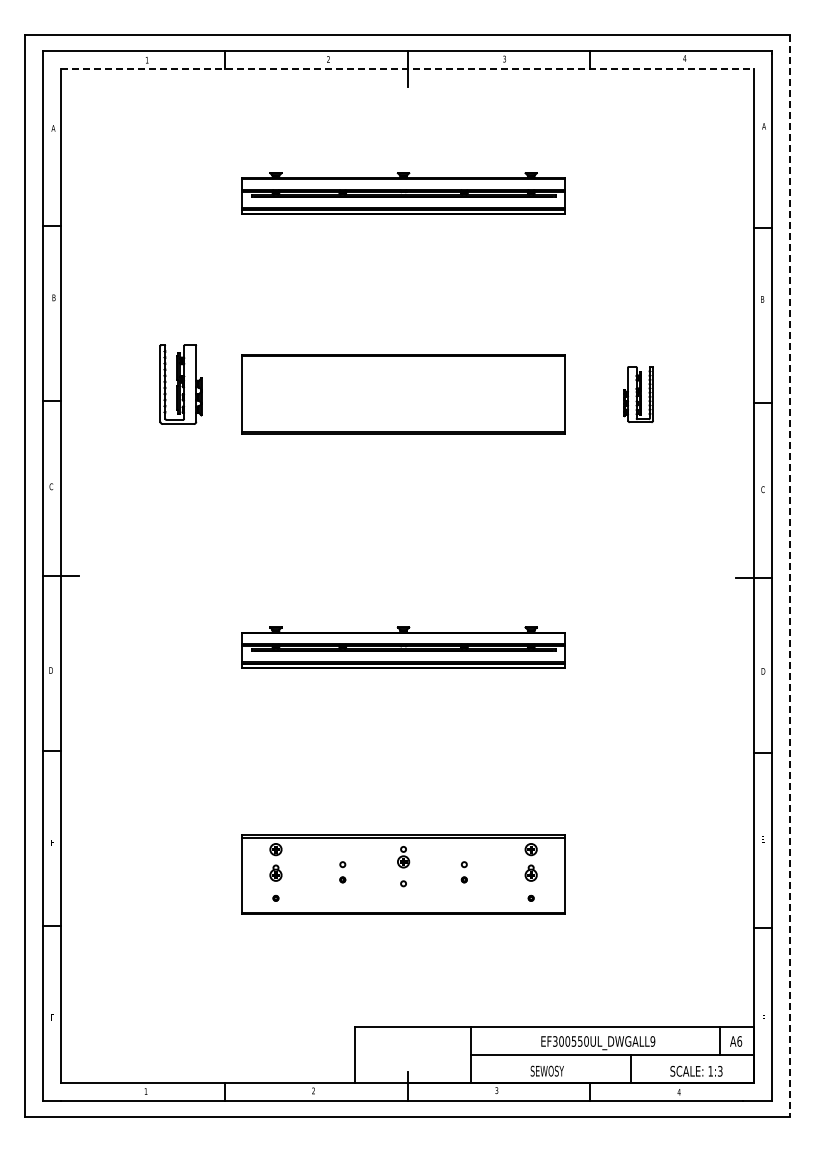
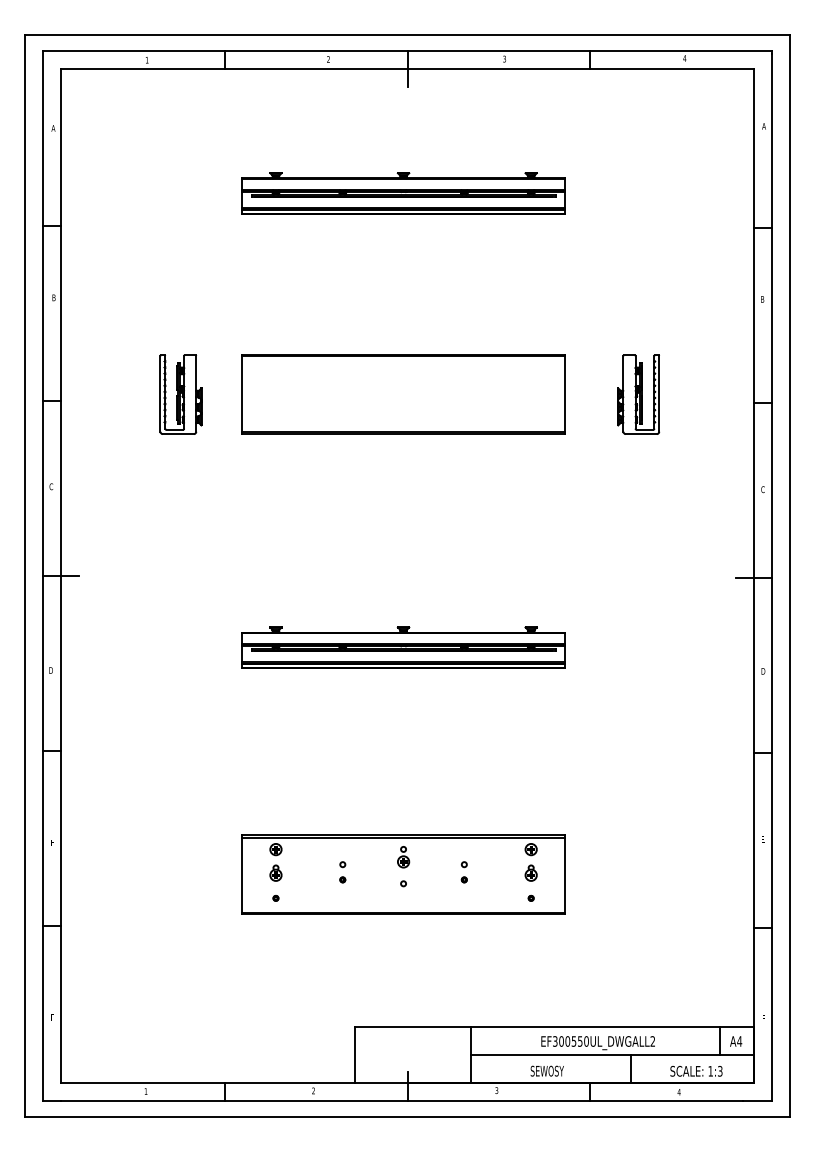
line at (408, 69): dashed -> solid
part at (180, 384) position: (180, 384) -> (180, 394)
part at (638, 394) size: 31x57 px -> 44x81 px
line at (790, 576): dashed -> solid
text at (652, 1041): EF300550UL_DWGALL9 -> EF300550UL_DWGALL2
text at (739, 1041): A6 -> A4
